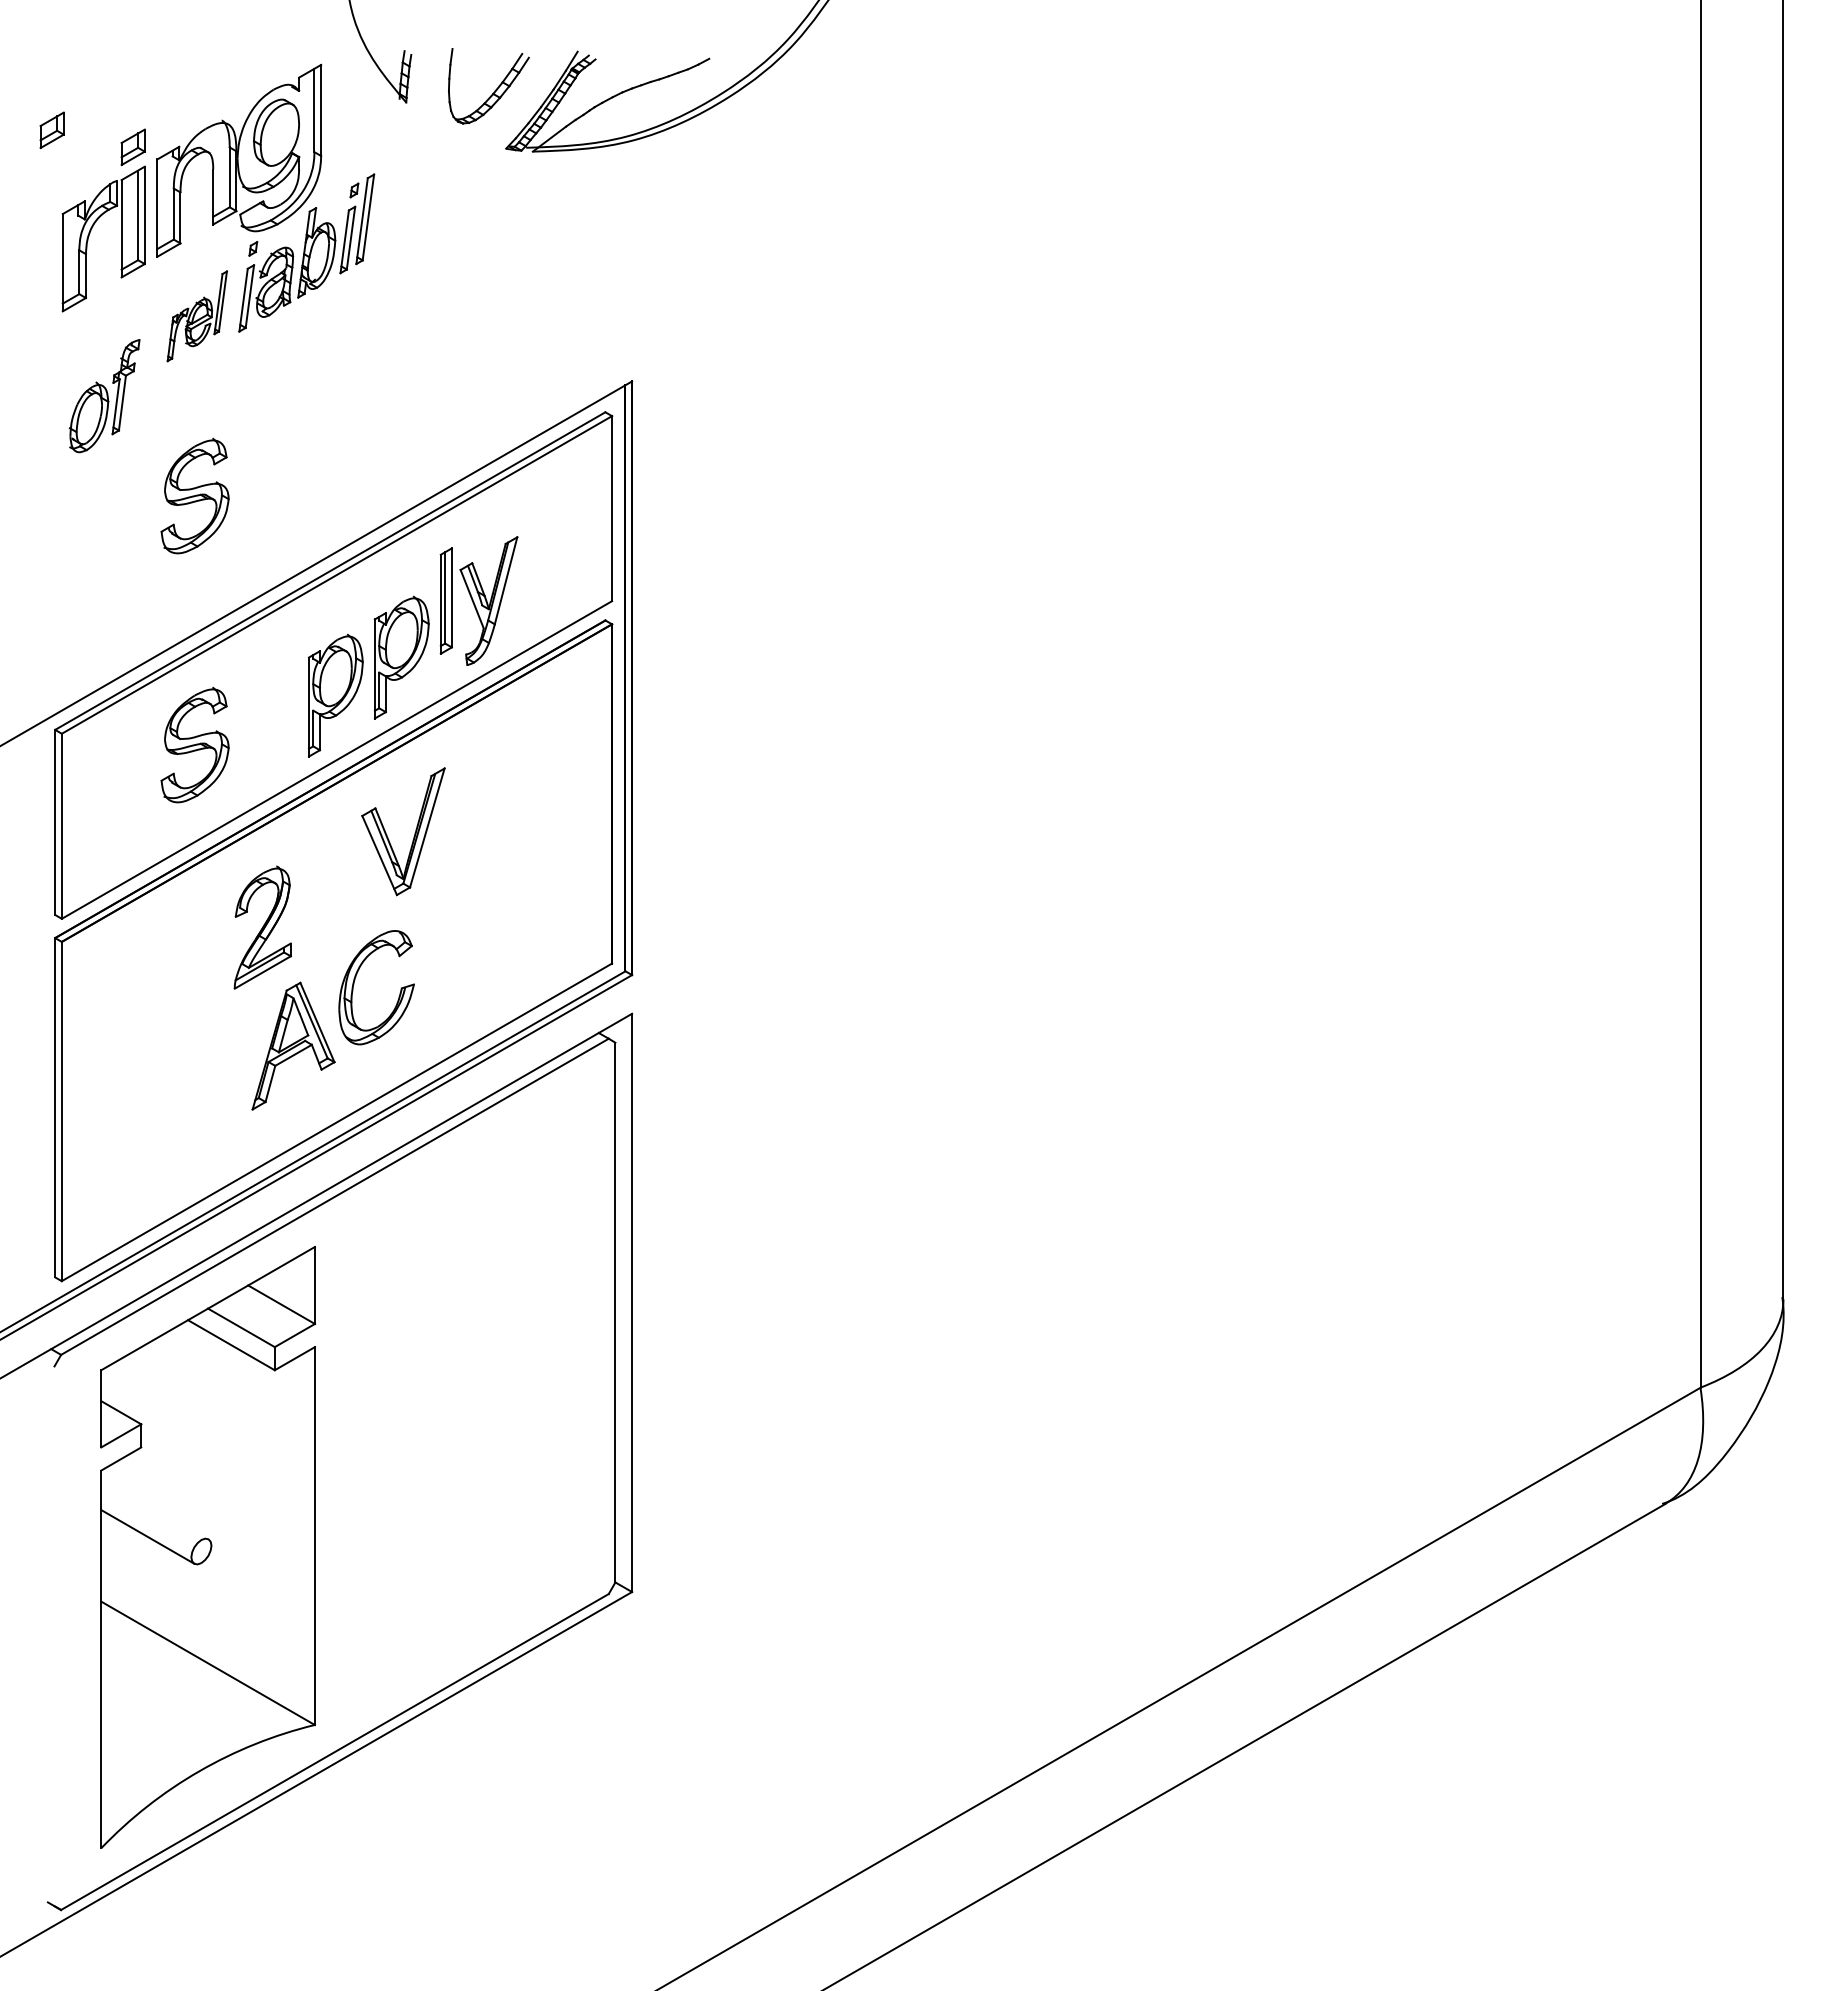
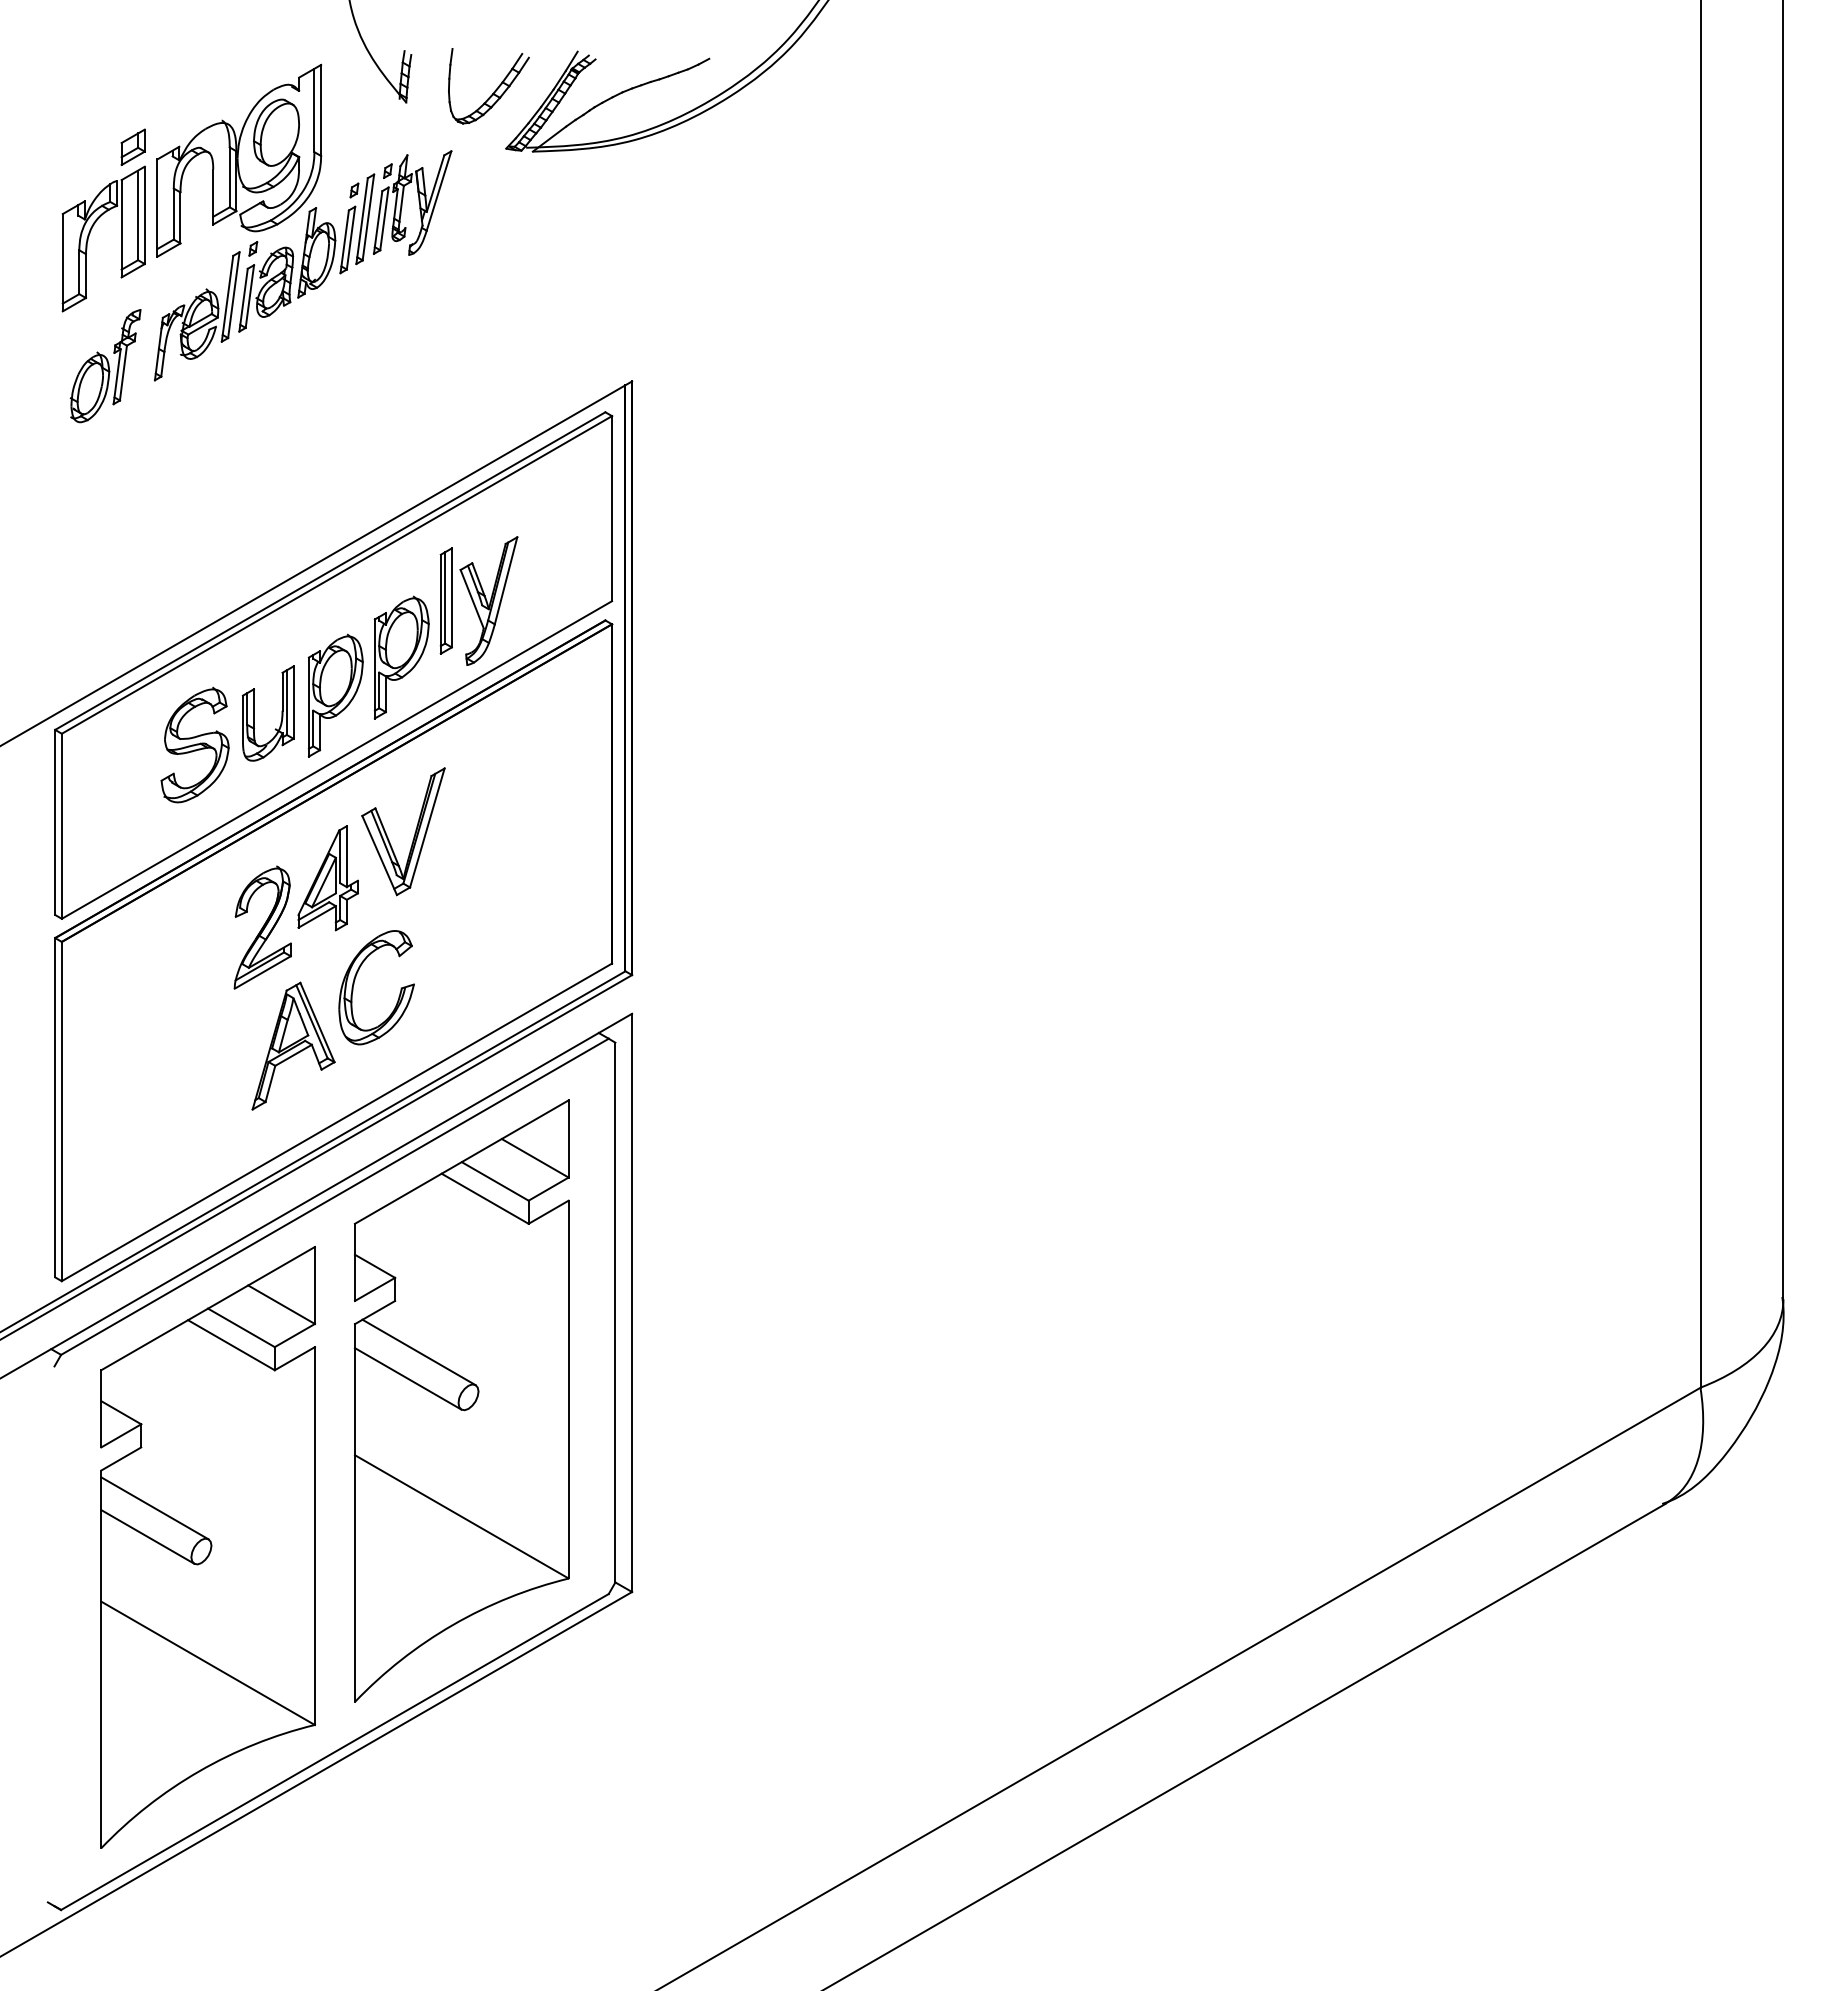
part at (51, 130): present -> none
part at (412, 202): none -> present
part at (196, 316) size: 62x93 px -> 87x131 px
part at (104, 396) position: (104, 396) -> (105, 366)
part at (194, 495): present -> none
part at (254, 713): none -> present
part at (327, 878): none -> present
part at (461, 1400): none -> present
line at (154, 1508): none -> present
